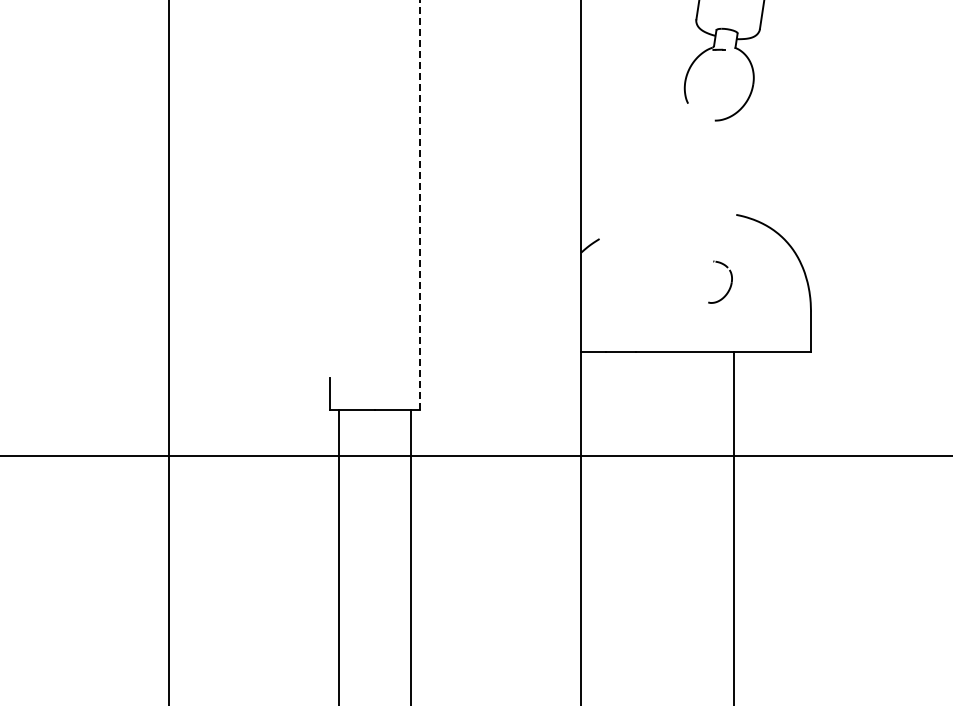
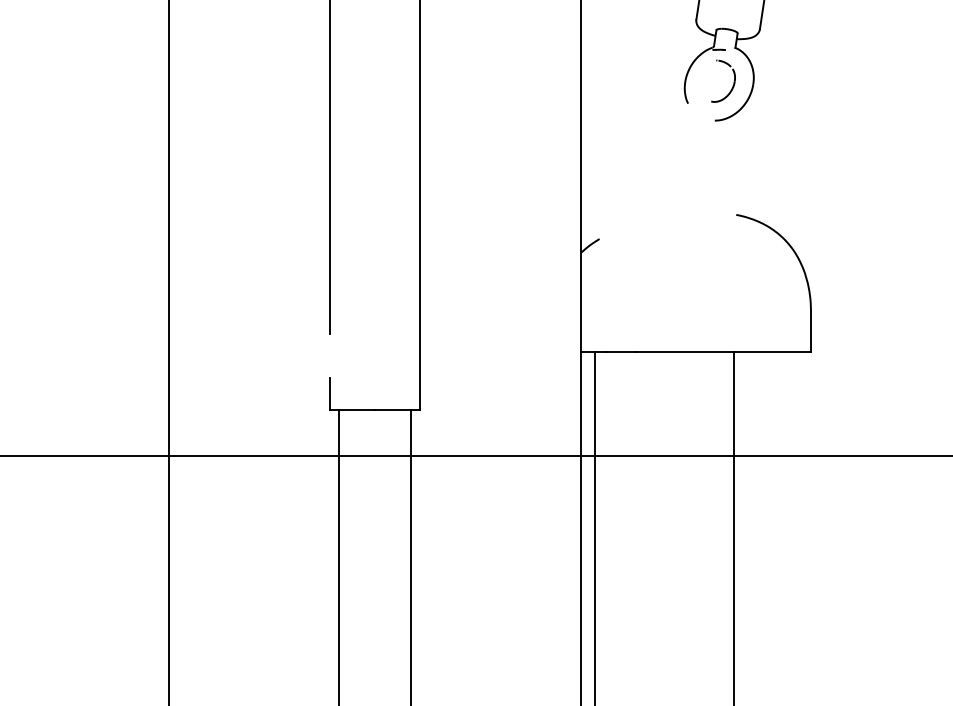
line at (329, 168): none -> present
line at (420, 204): dashed -> solid
part at (730, 282) position: (730, 282) -> (733, 81)
line at (595, 526): none -> present
